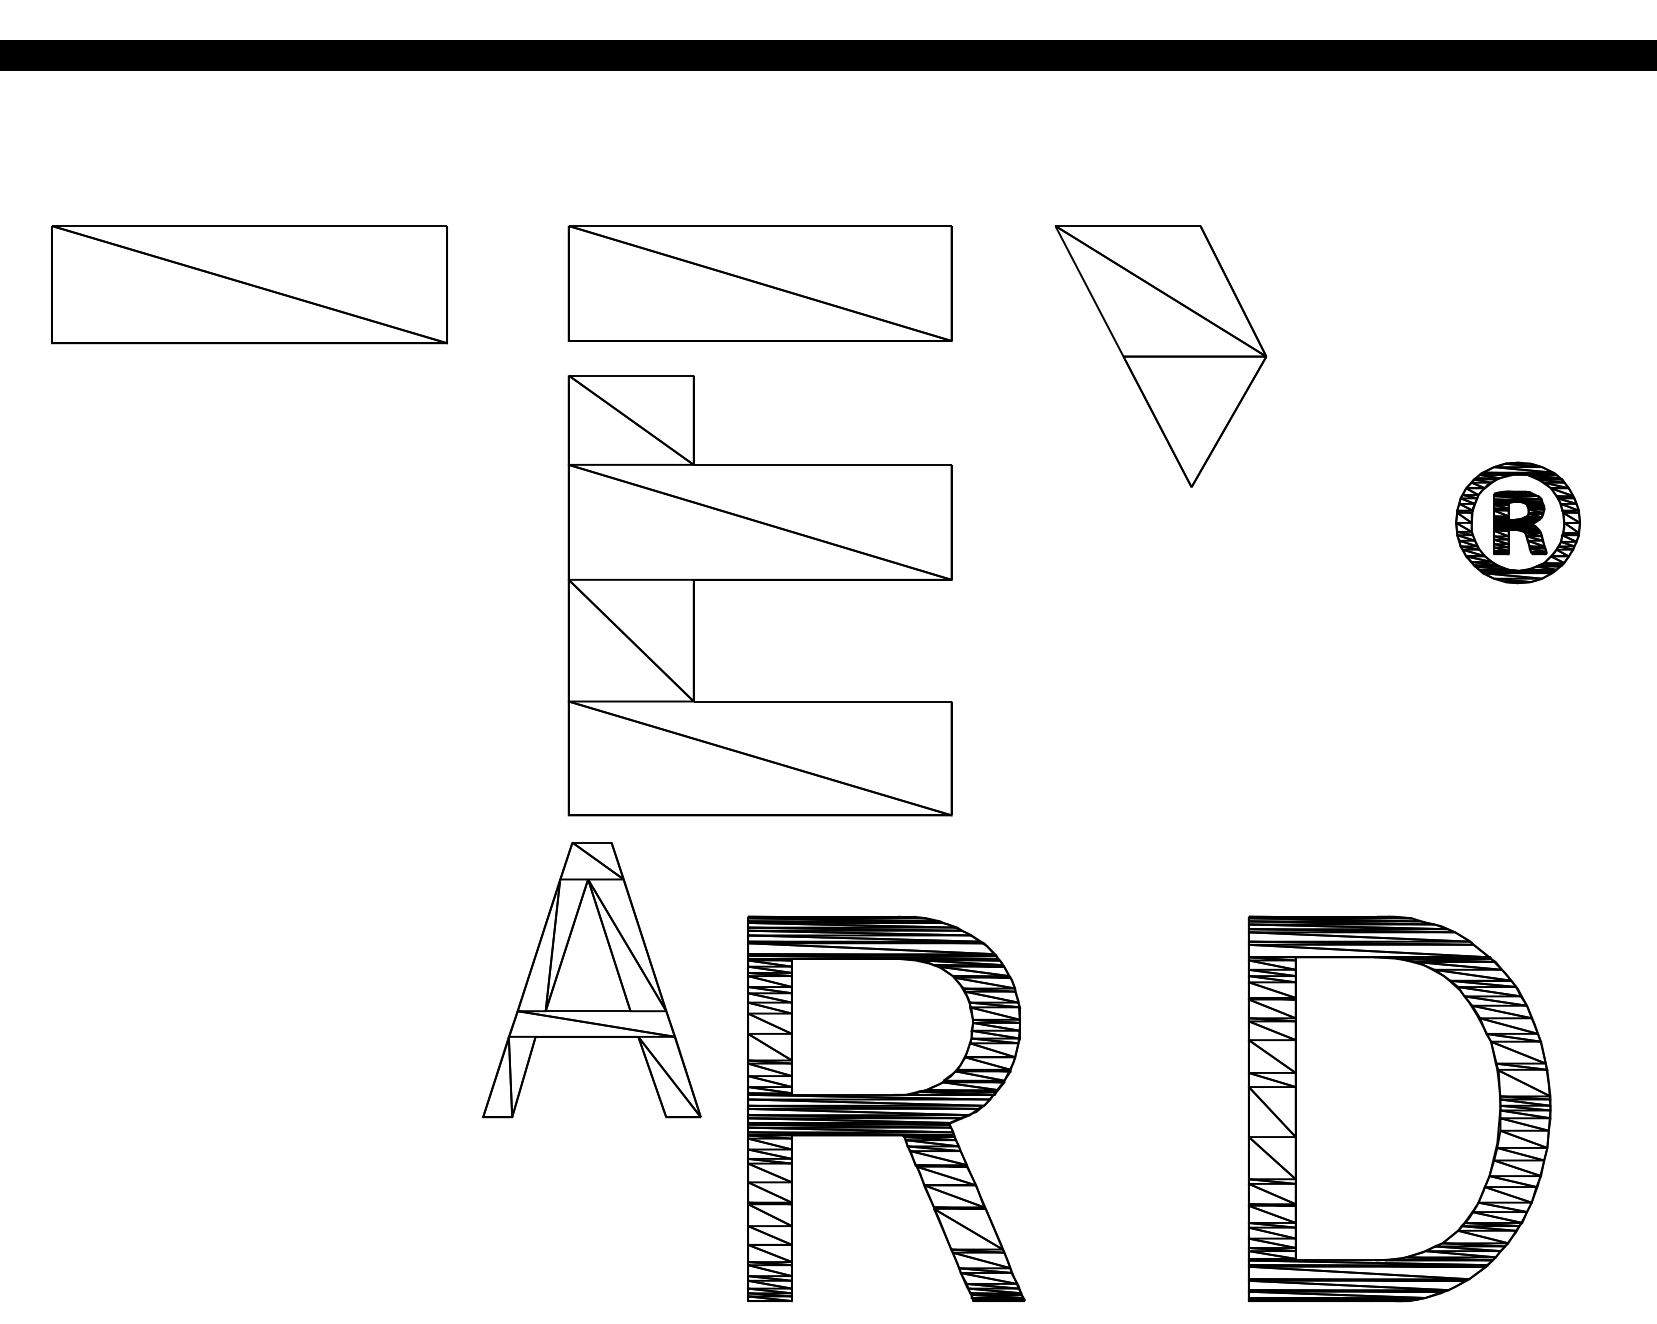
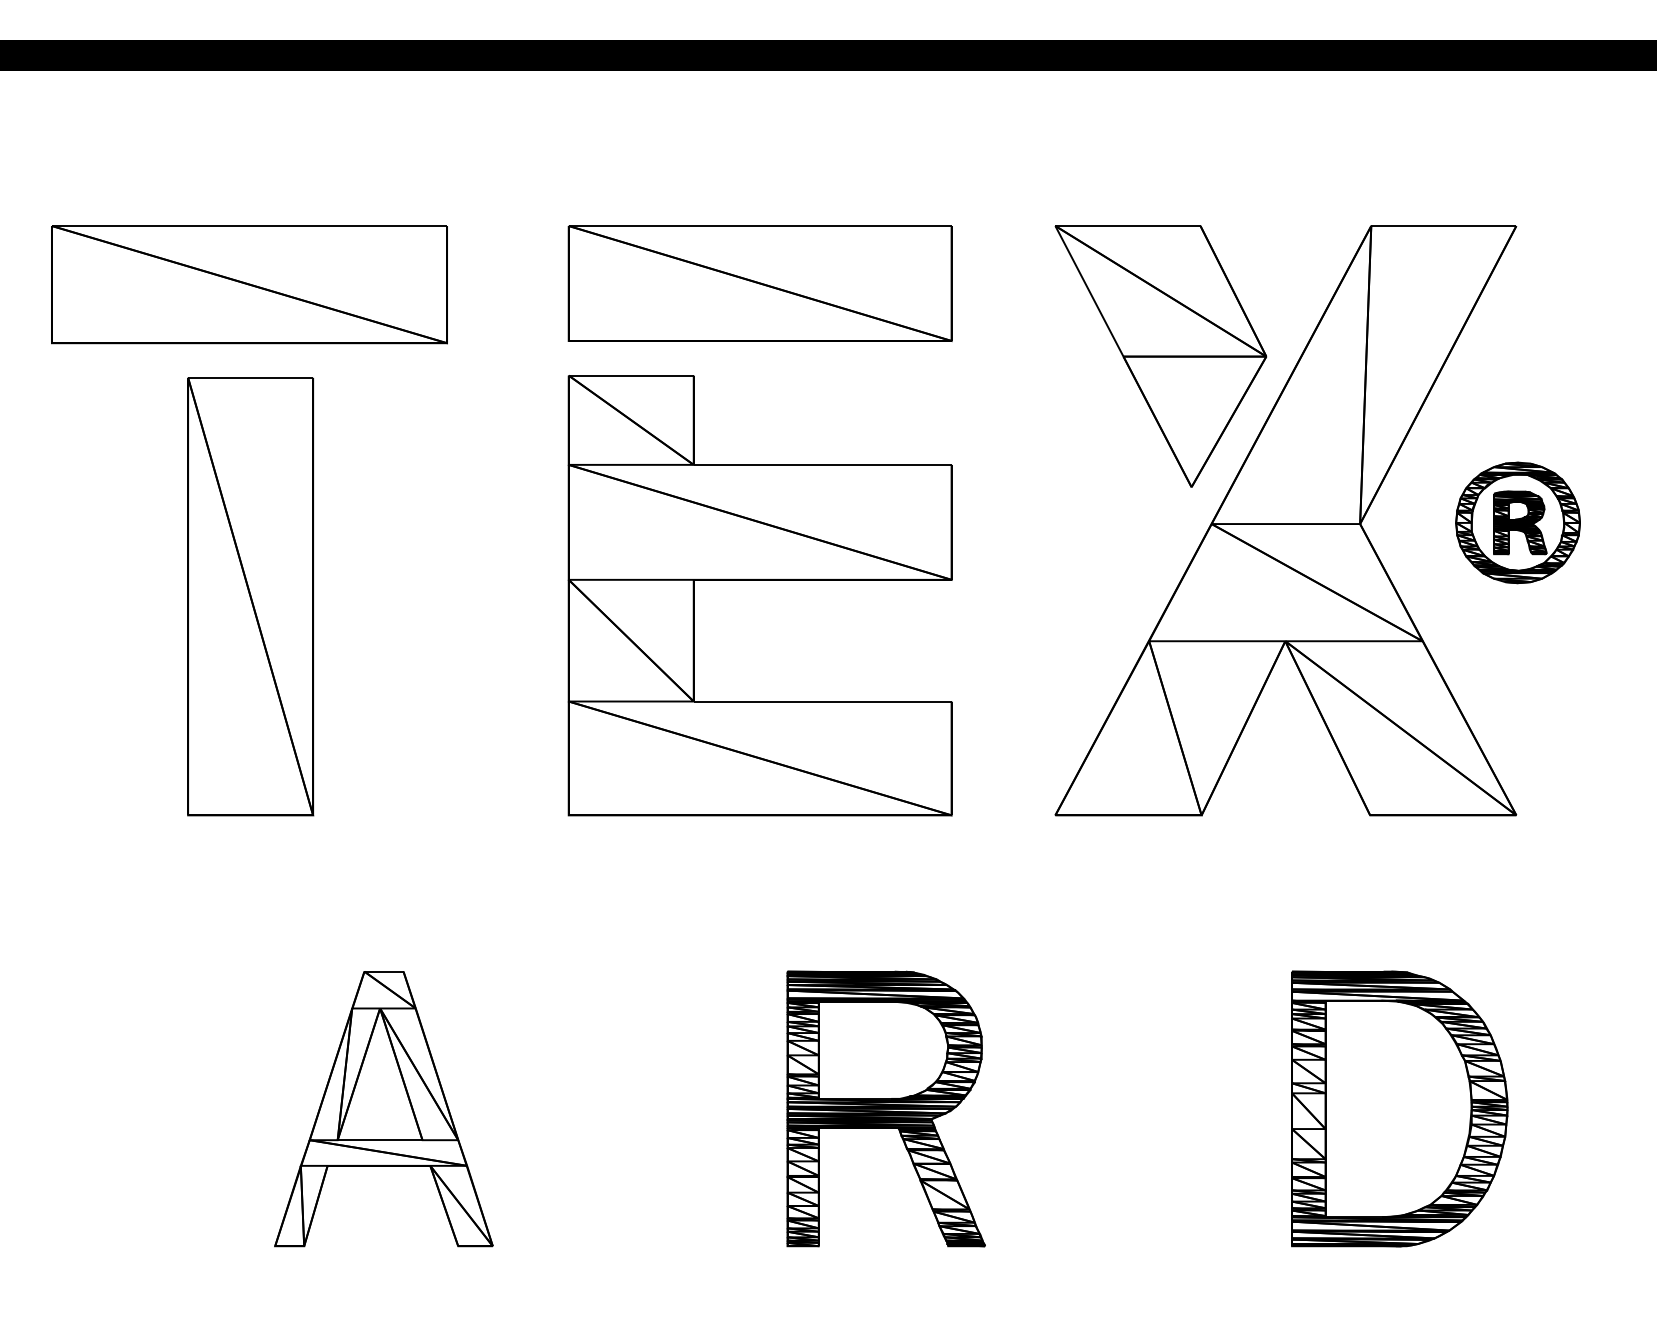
part at (1285, 520): none -> present
part at (250, 596): none -> present
part at (591, 980) position: (591, 980) -> (383, 1109)
part at (886, 1108) size: 279x388 px -> 200x278 px
part at (1399, 1108) size: 305x388 px -> 218x278 px
